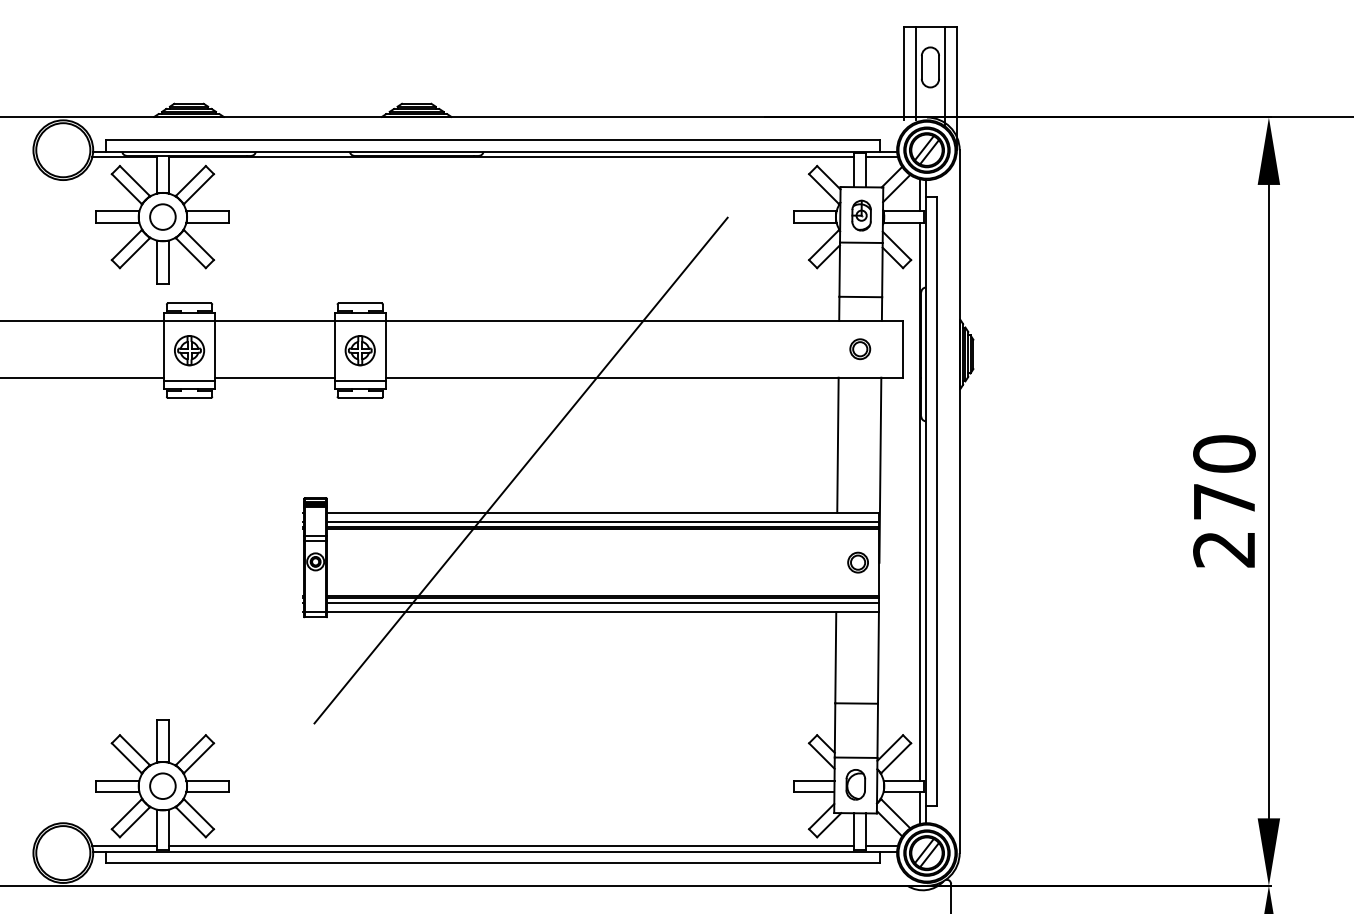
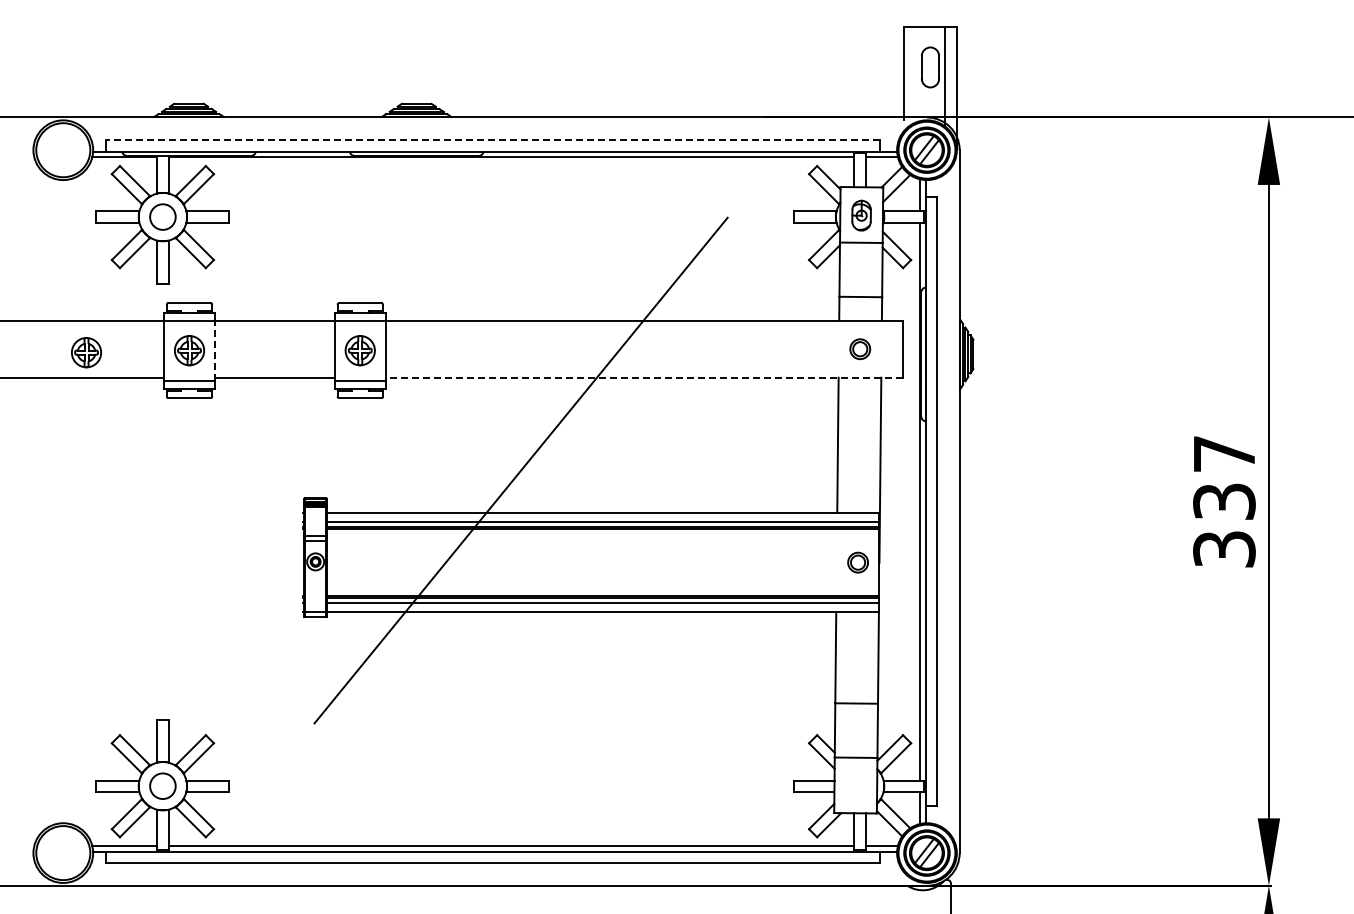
line at (915, 73): present -> none
line at (492, 140): solid -> dashed
line at (215, 350): solid -> dashed
part at (86, 352): none -> present
line at (644, 377): solid -> dashed
text at (1224, 501): 270 -> 337
part at (855, 784): present -> none
